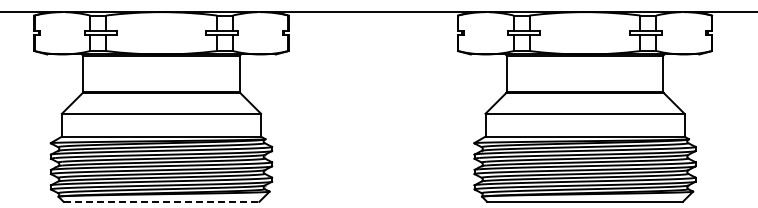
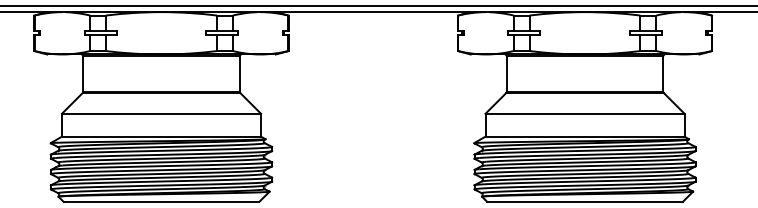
line at (378, 6): none -> present
line at (161, 201): dashed -> solid
